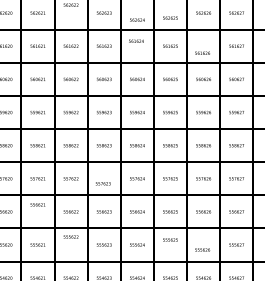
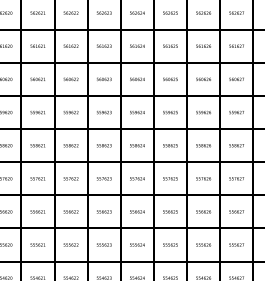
text at (70, 4) position: (70, 4) -> (70, 12)
text at (170, 17) position: (170, 17) -> (170, 12)
text at (137, 19) position: (137, 19) -> (137, 12)
text at (136, 40) position: (136, 40) -> (137, 45)
text at (202, 52) position: (202, 52) -> (203, 45)
text at (103, 183) position: (103, 183) -> (104, 178)
text at (37, 204) position: (37, 204) -> (37, 211)
text at (70, 236) position: (70, 236) -> (70, 244)
text at (170, 239) position: (170, 239) -> (170, 244)
text at (202, 249) position: (202, 249) -> (203, 244)
